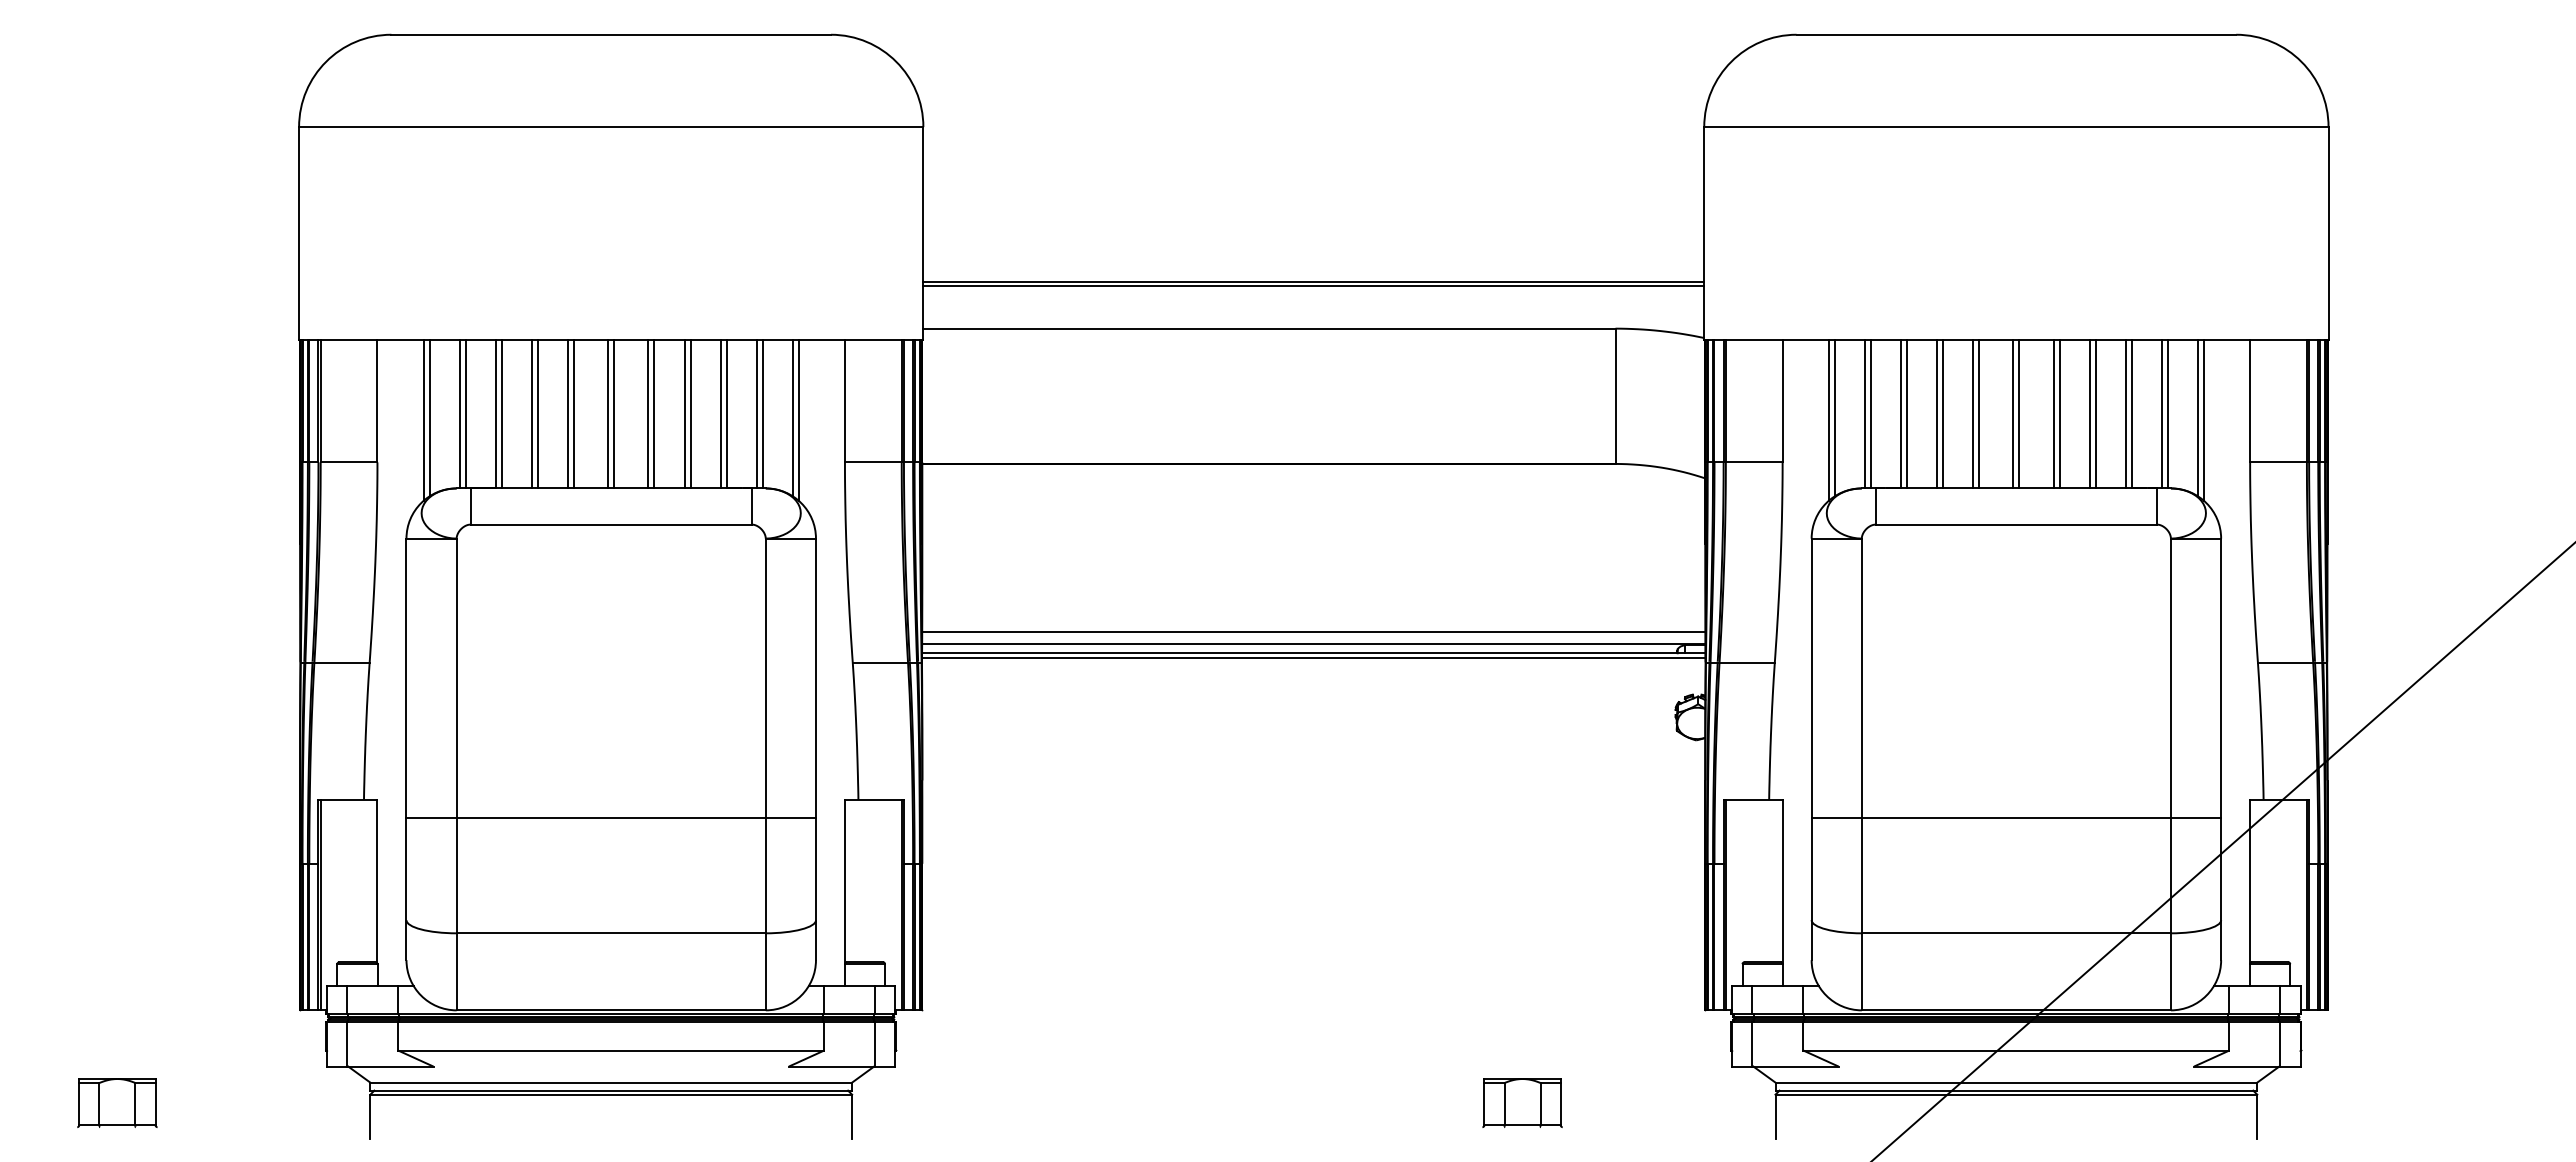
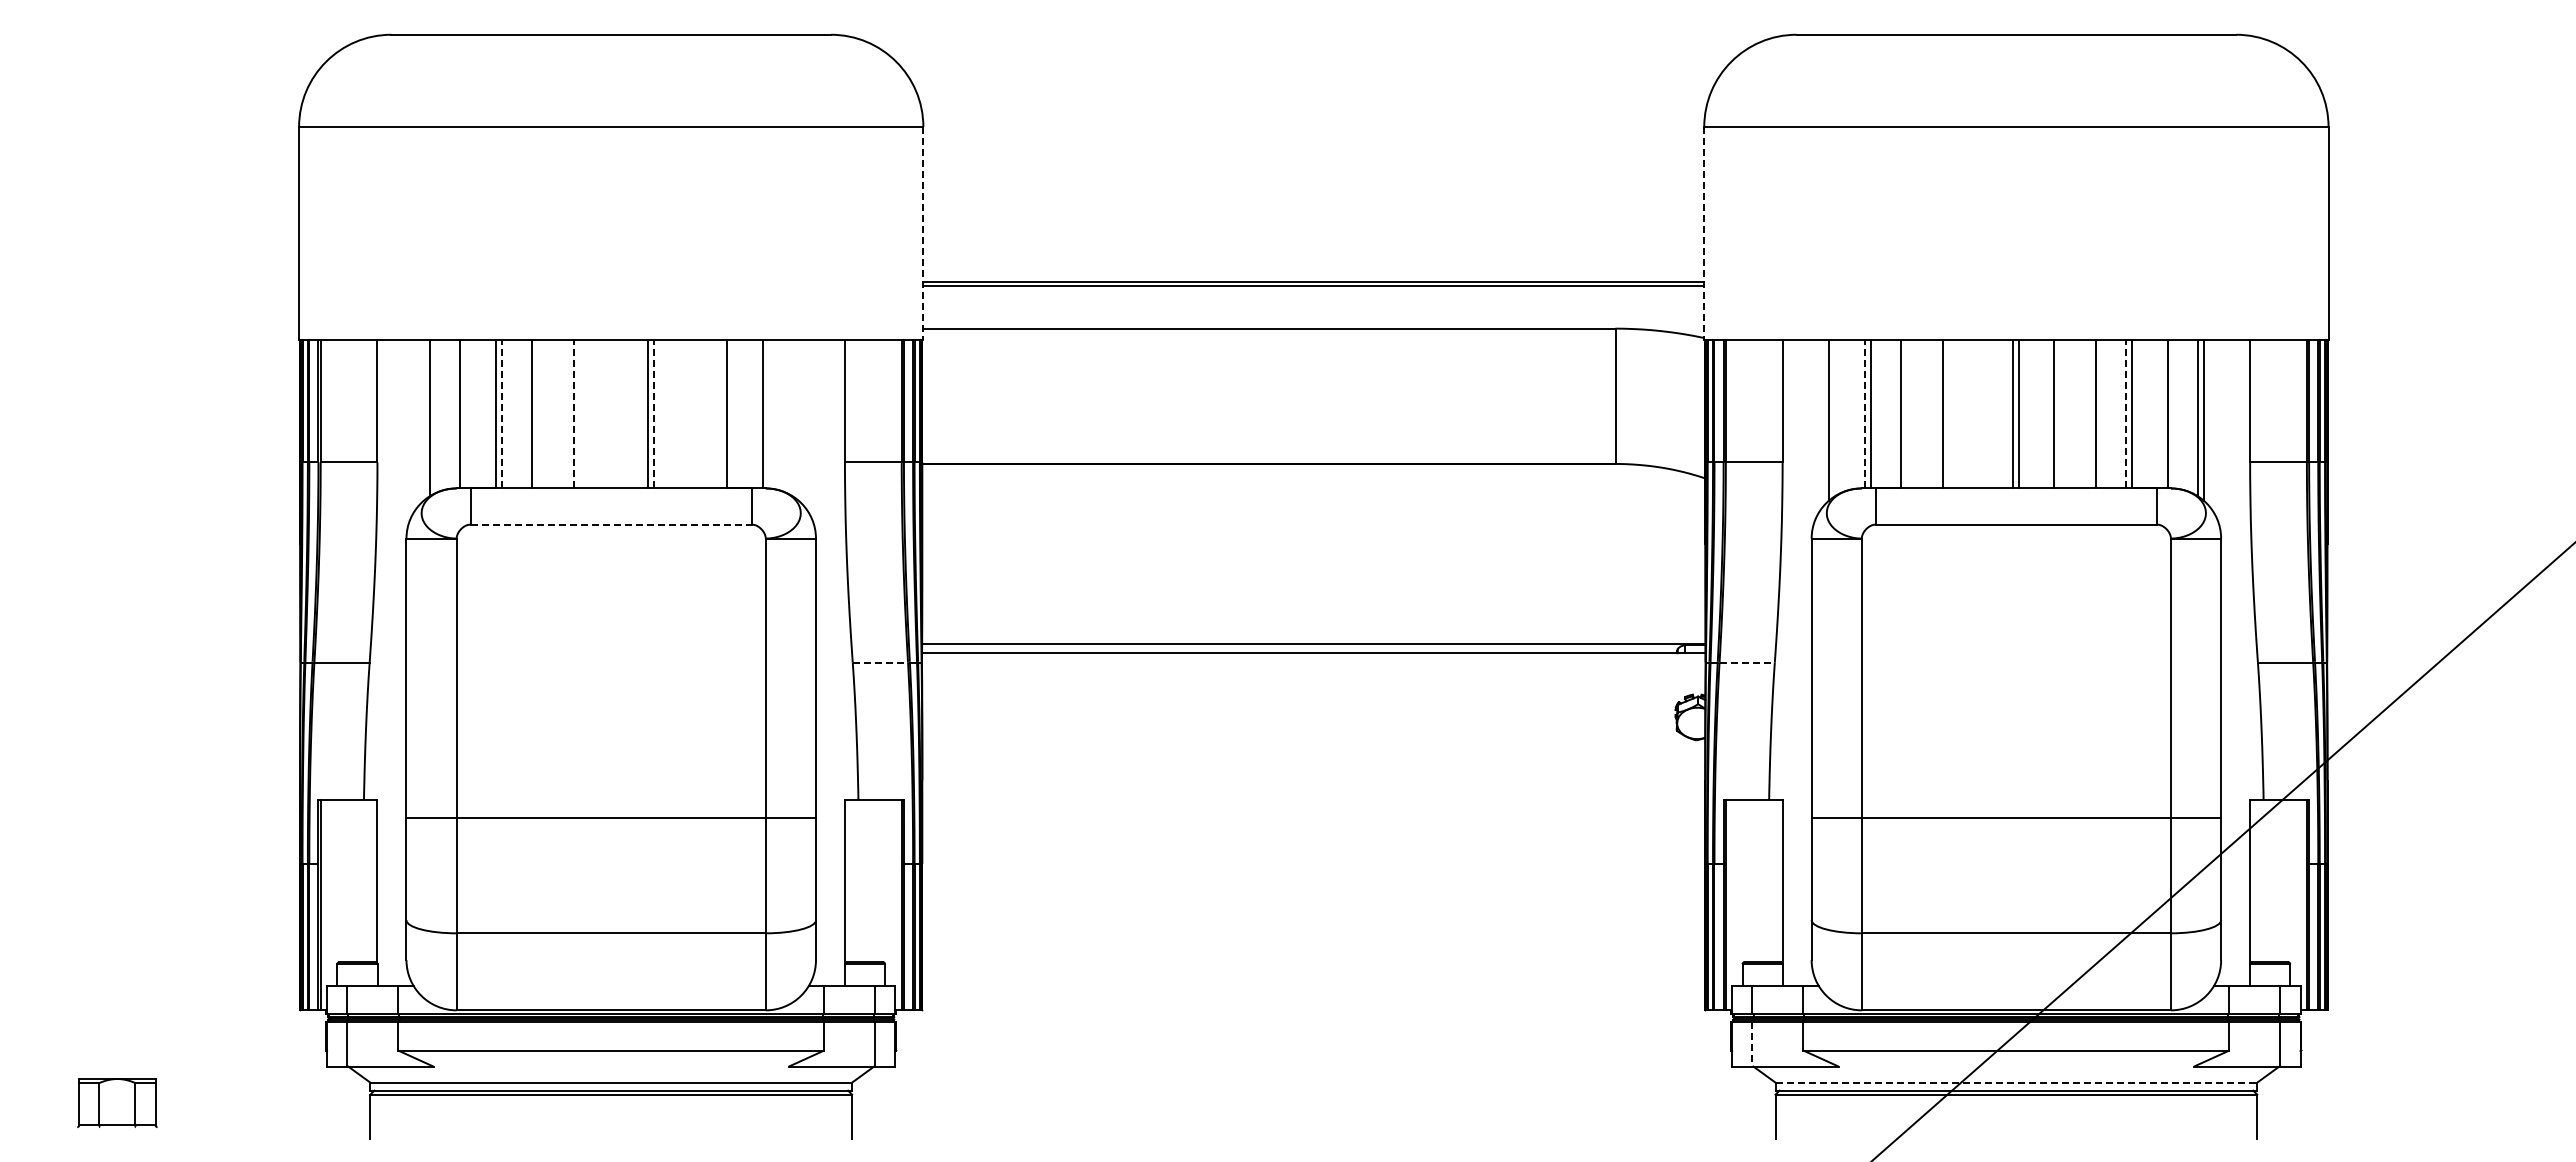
line at (923, 234): solid -> dashed
line at (1704, 234): solid -> dashed
line at (465, 413): present -> none
line at (501, 413): solid -> dashed
line at (537, 413): present -> none
line at (568, 413): present -> none
line at (574, 413): solid -> dashed
line at (608, 413): present -> none
line at (614, 413): present -> none
line at (654, 413): solid -> dashed
line at (684, 413): present -> none
line at (690, 413): present -> none
line at (720, 413): present -> none
line at (756, 413): present -> none
line at (1864, 413): solid -> dashed
line at (1906, 413): present -> none
line at (1937, 413): present -> none
line at (1973, 413): present -> none
line at (1979, 413): present -> none
line at (2059, 413): present -> none
line at (2089, 413): present -> none
line at (2125, 413): solid -> dashed
line at (2161, 413): present -> none
line at (792, 417): present -> none
line at (1834, 417): present -> none
line at (423, 419): present -> none
line at (798, 419): present -> none
line at (611, 524): solid -> dashed
line at (1313, 632): present -> none
line at (1313, 658): present -> none
line at (880, 662): solid -> dashed
line at (1747, 662): solid -> dashed
line at (1752, 1044): solid -> dashed
line at (2016, 1082): solid -> dashed
part at (1522, 1102): present -> none
